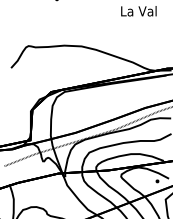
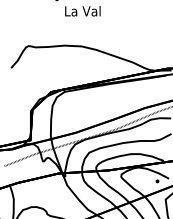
text at (138, 11) position: (138, 11) -> (82, 11)
